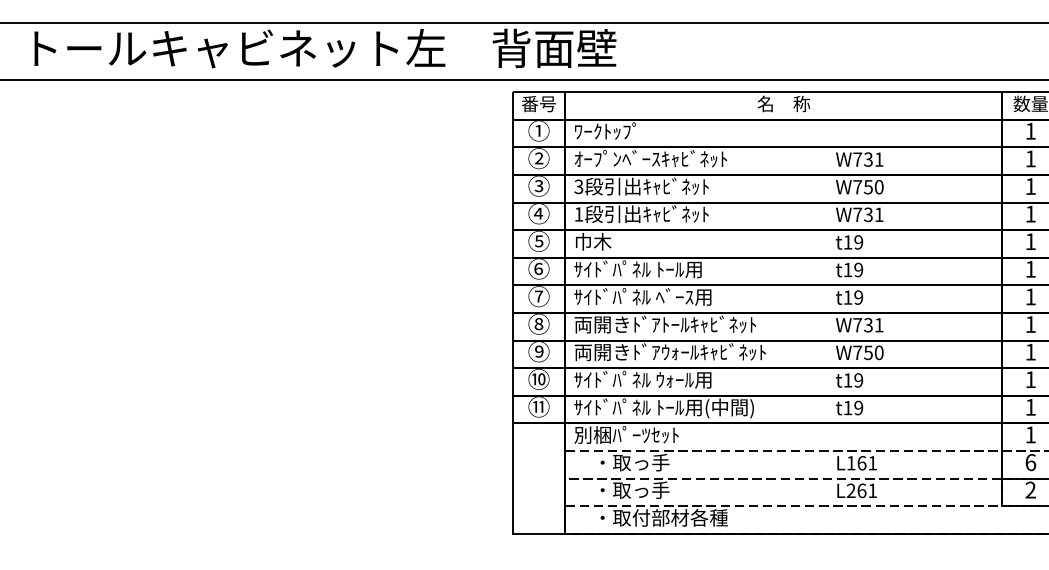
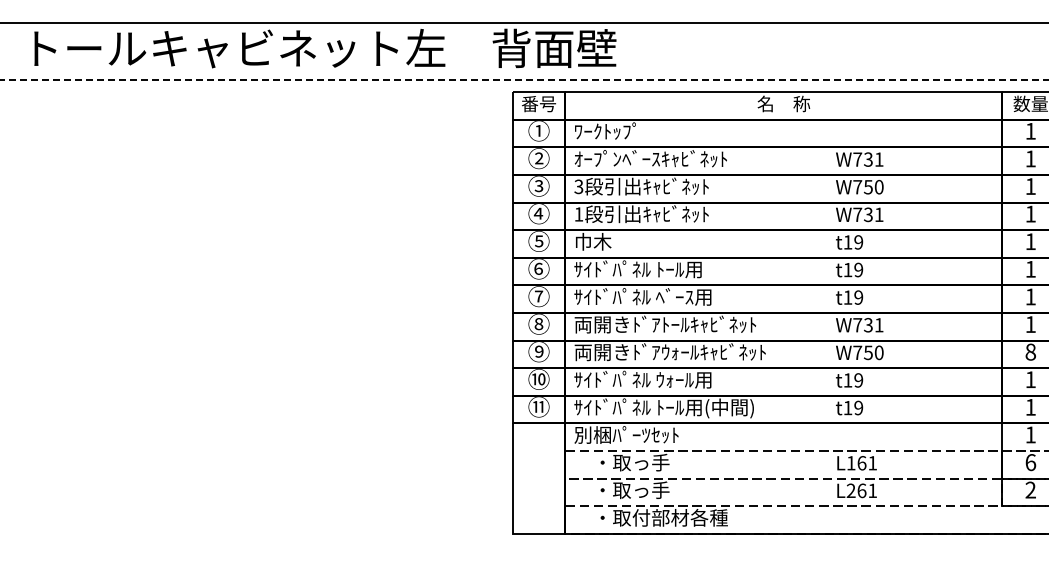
line at (524, 79): solid -> dashed
text at (1030, 351): 1 -> 8
